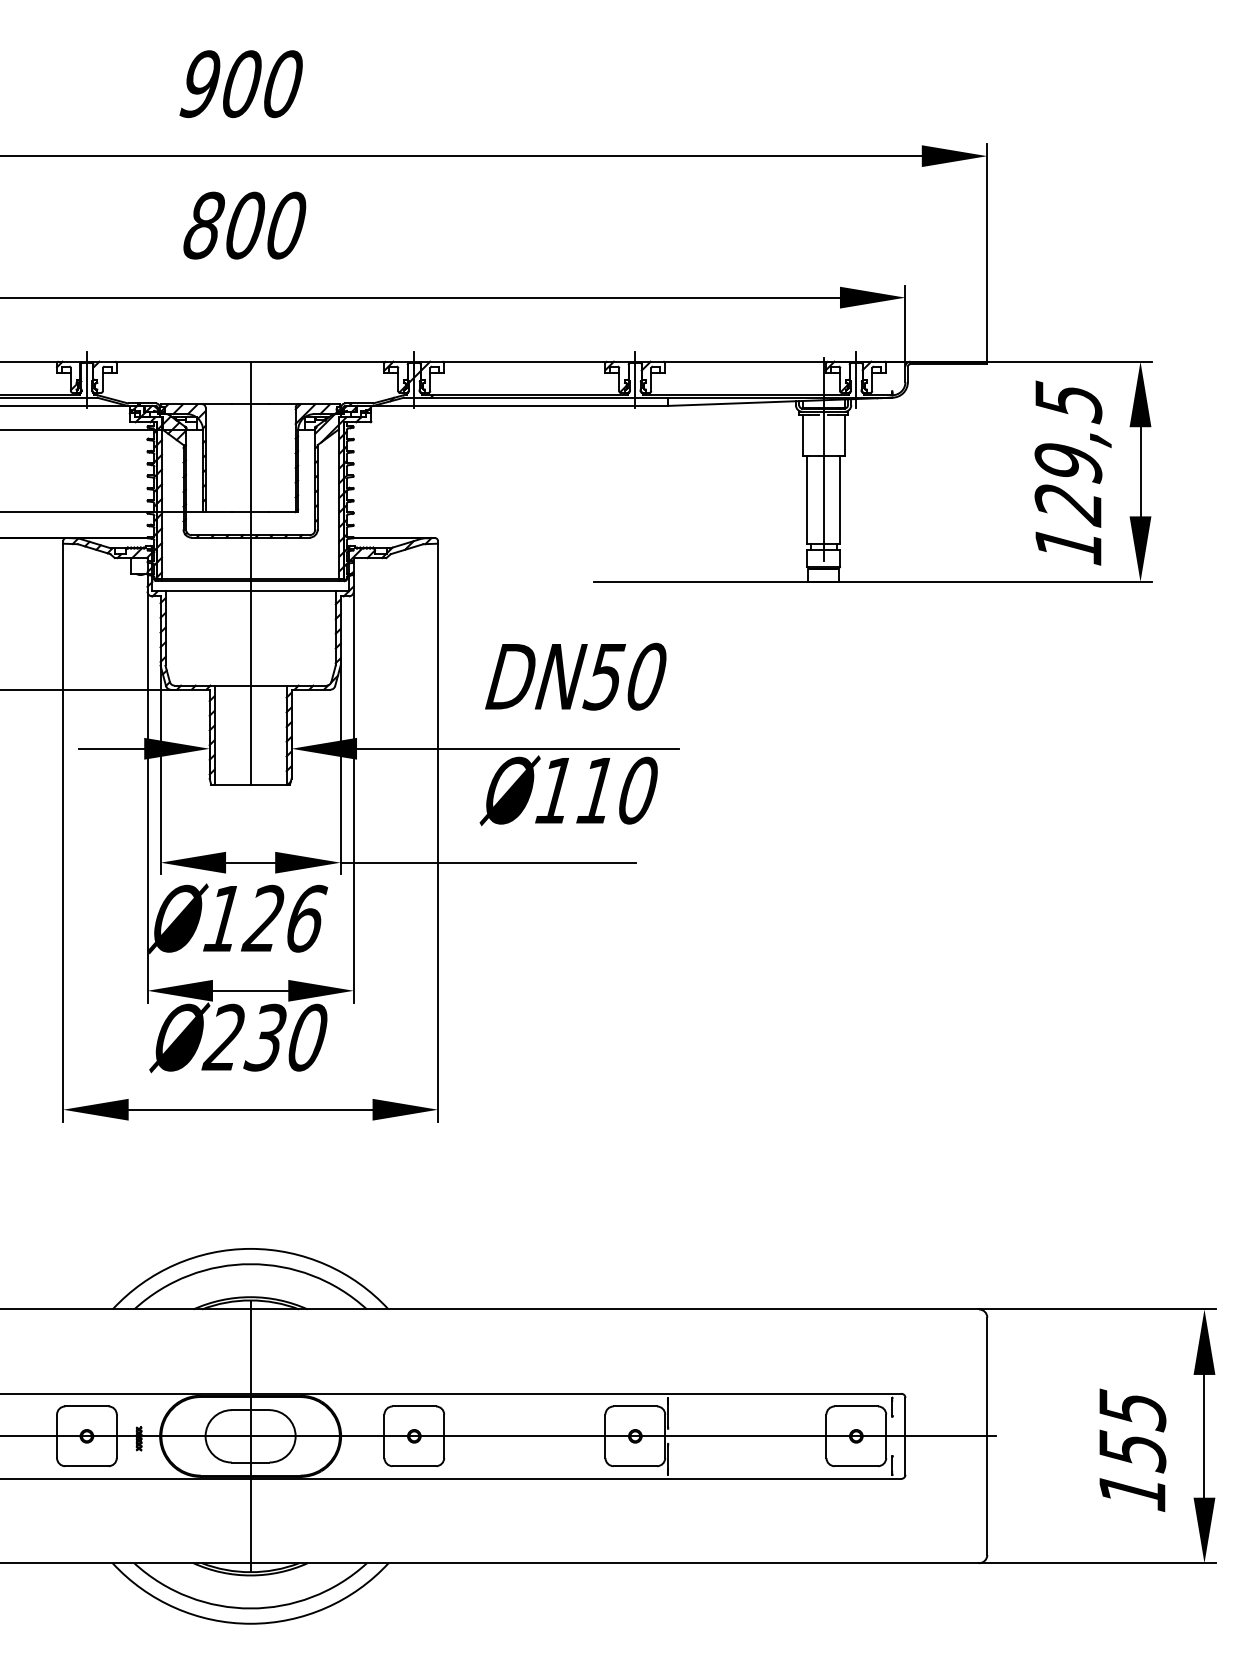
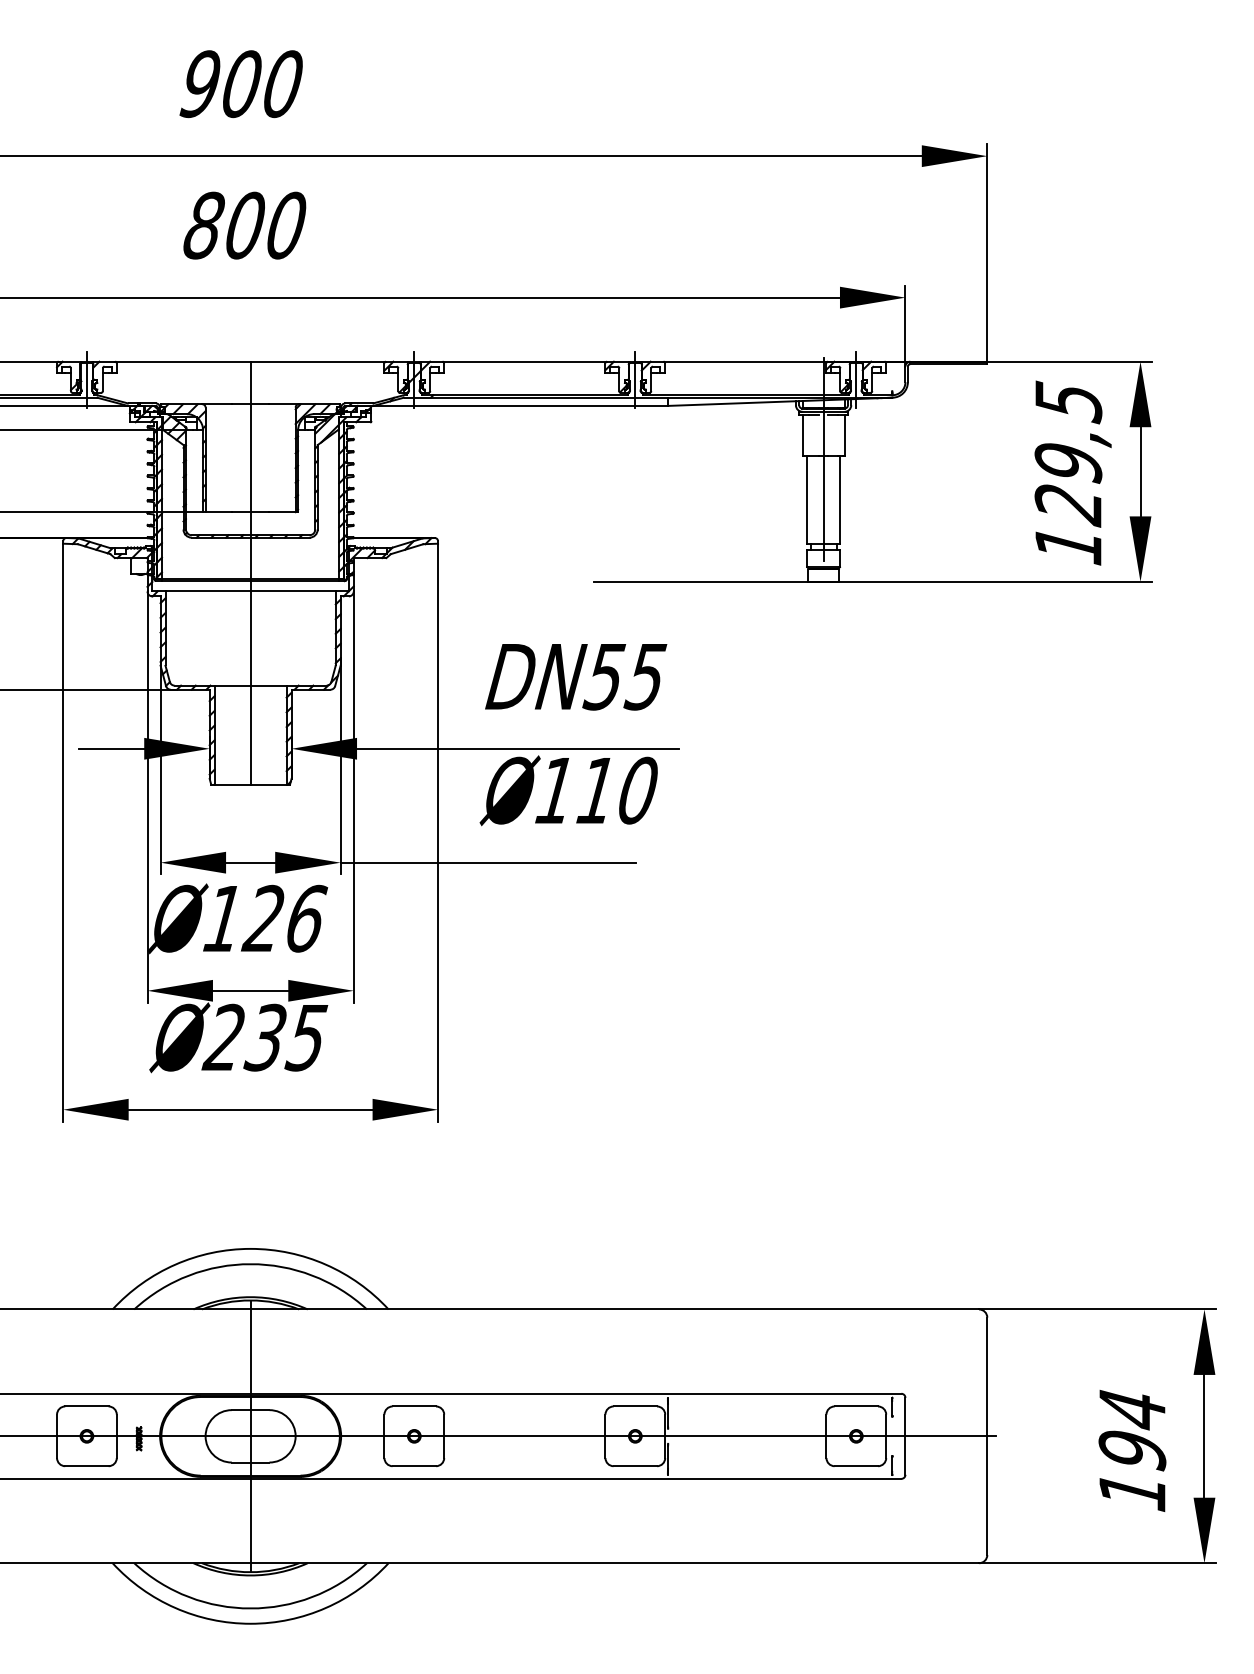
text at (645, 676): DN50 -> DN55
text at (306, 1037): Ø230 -> Ø235
text at (1132, 1430): 155 -> 194
